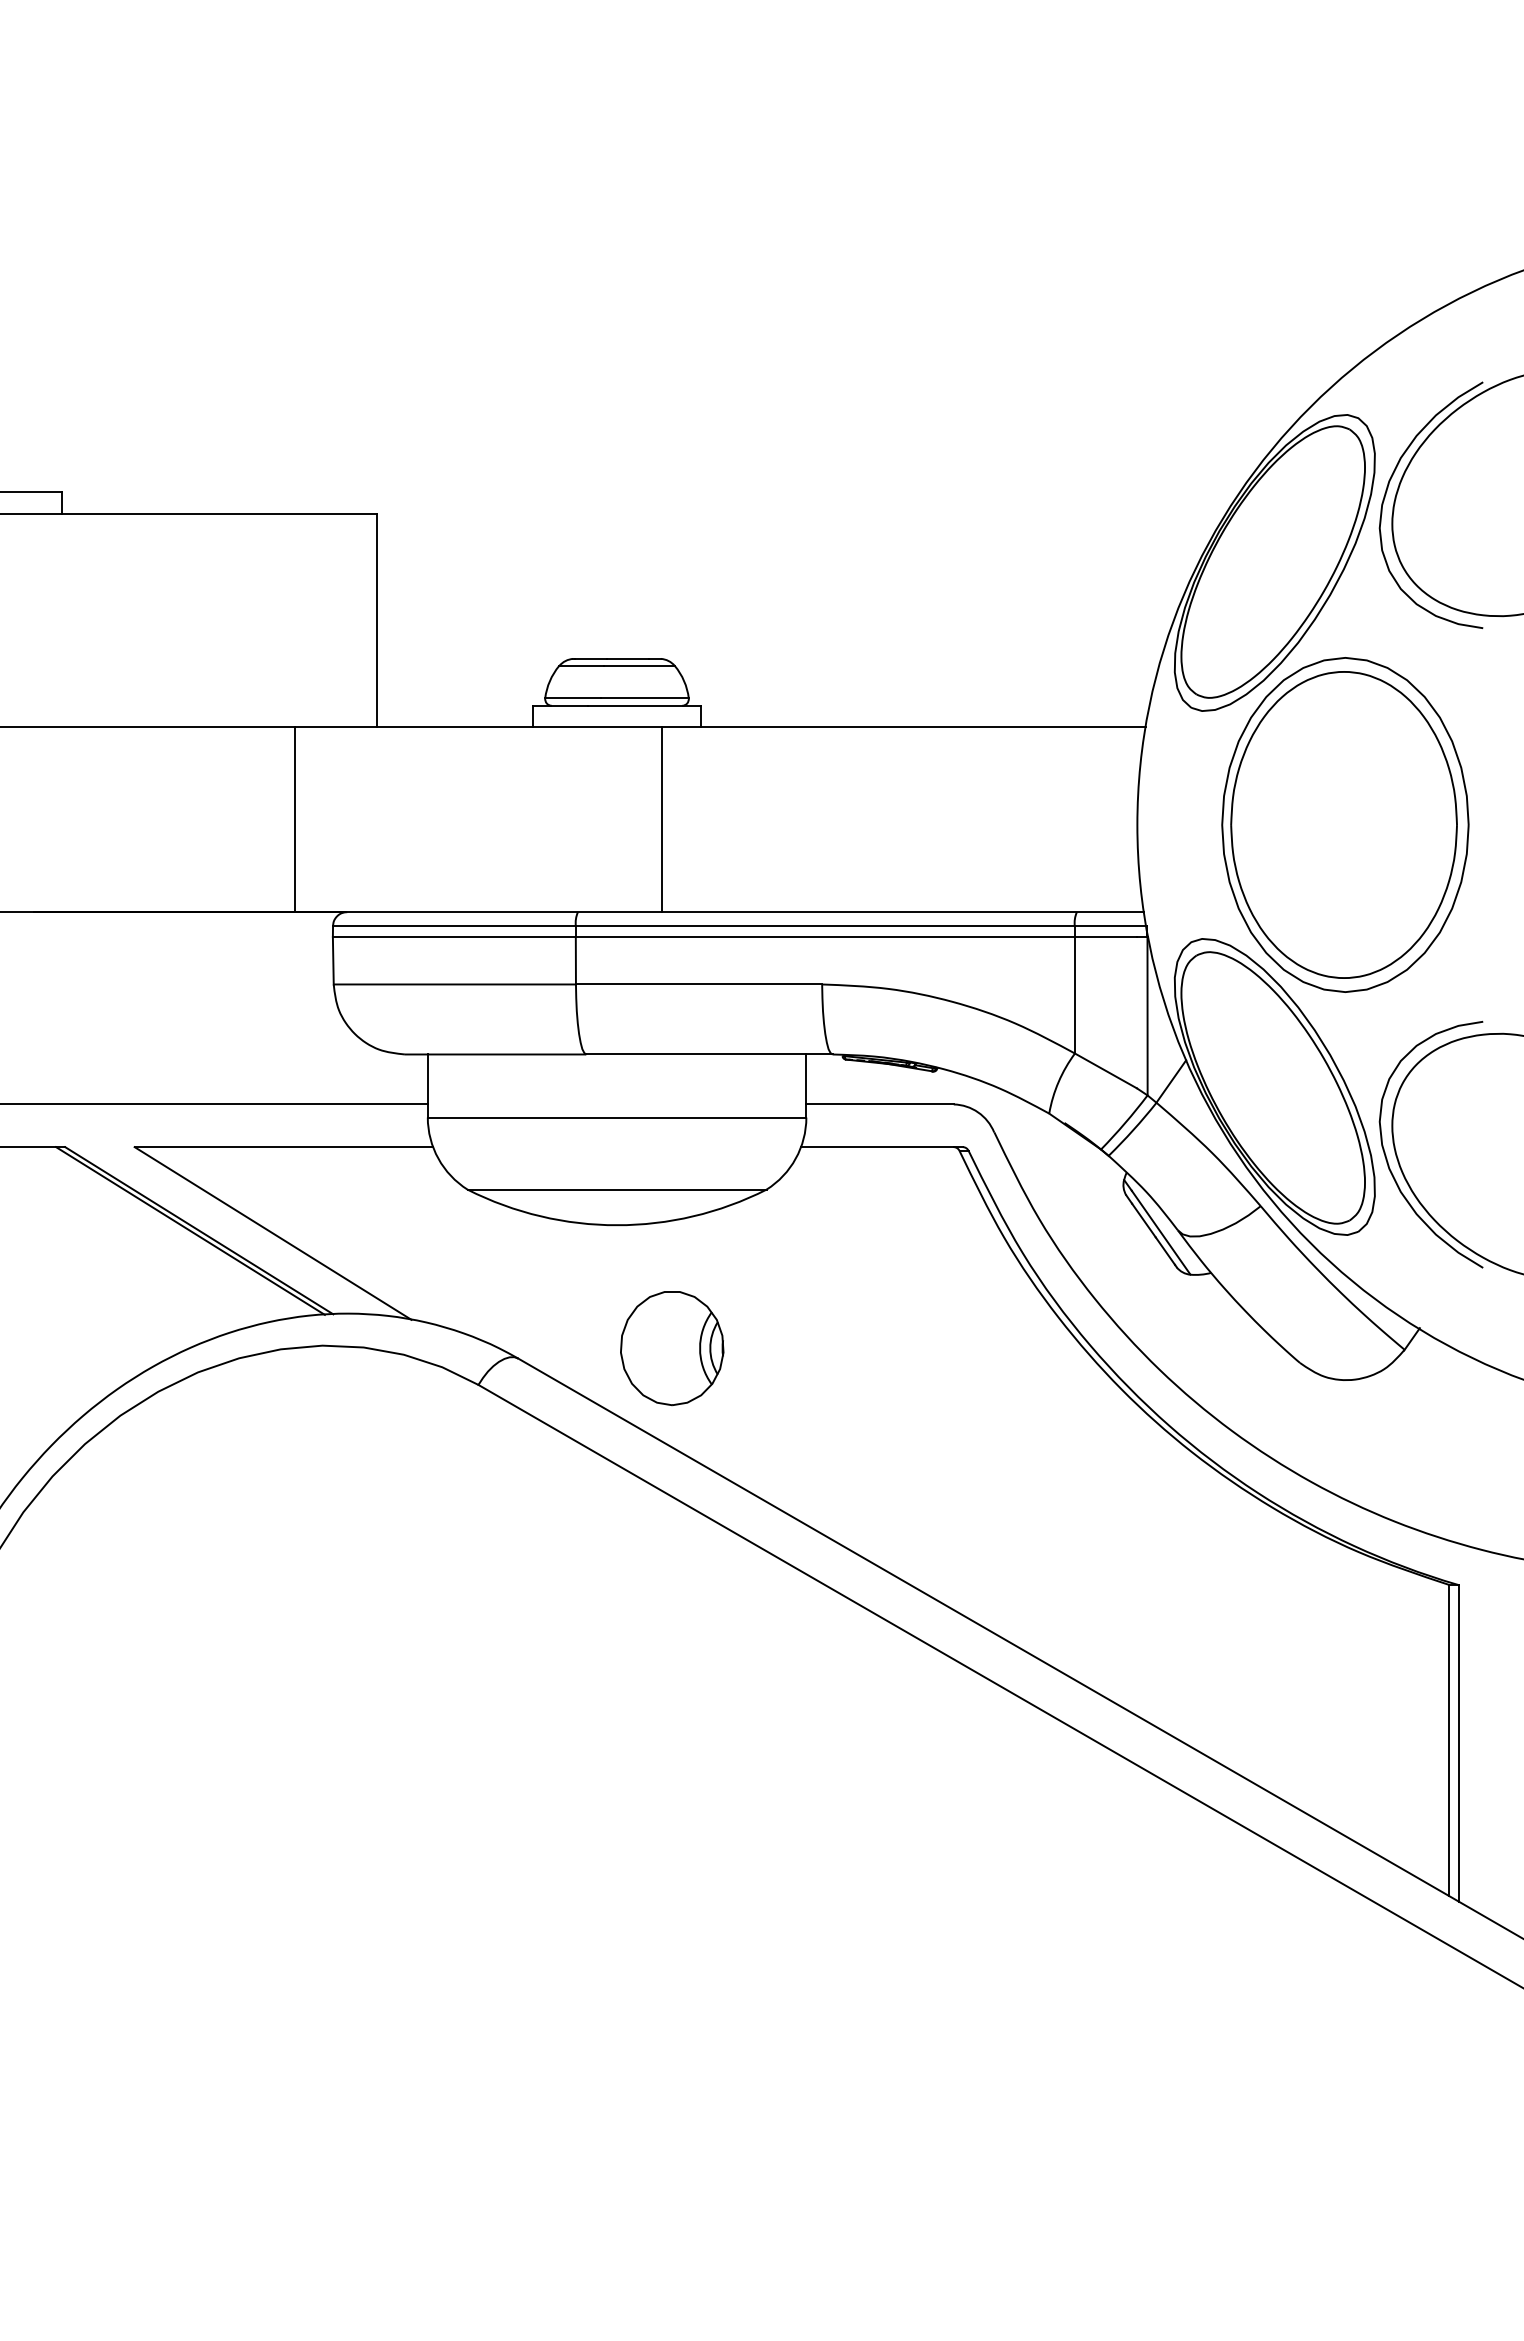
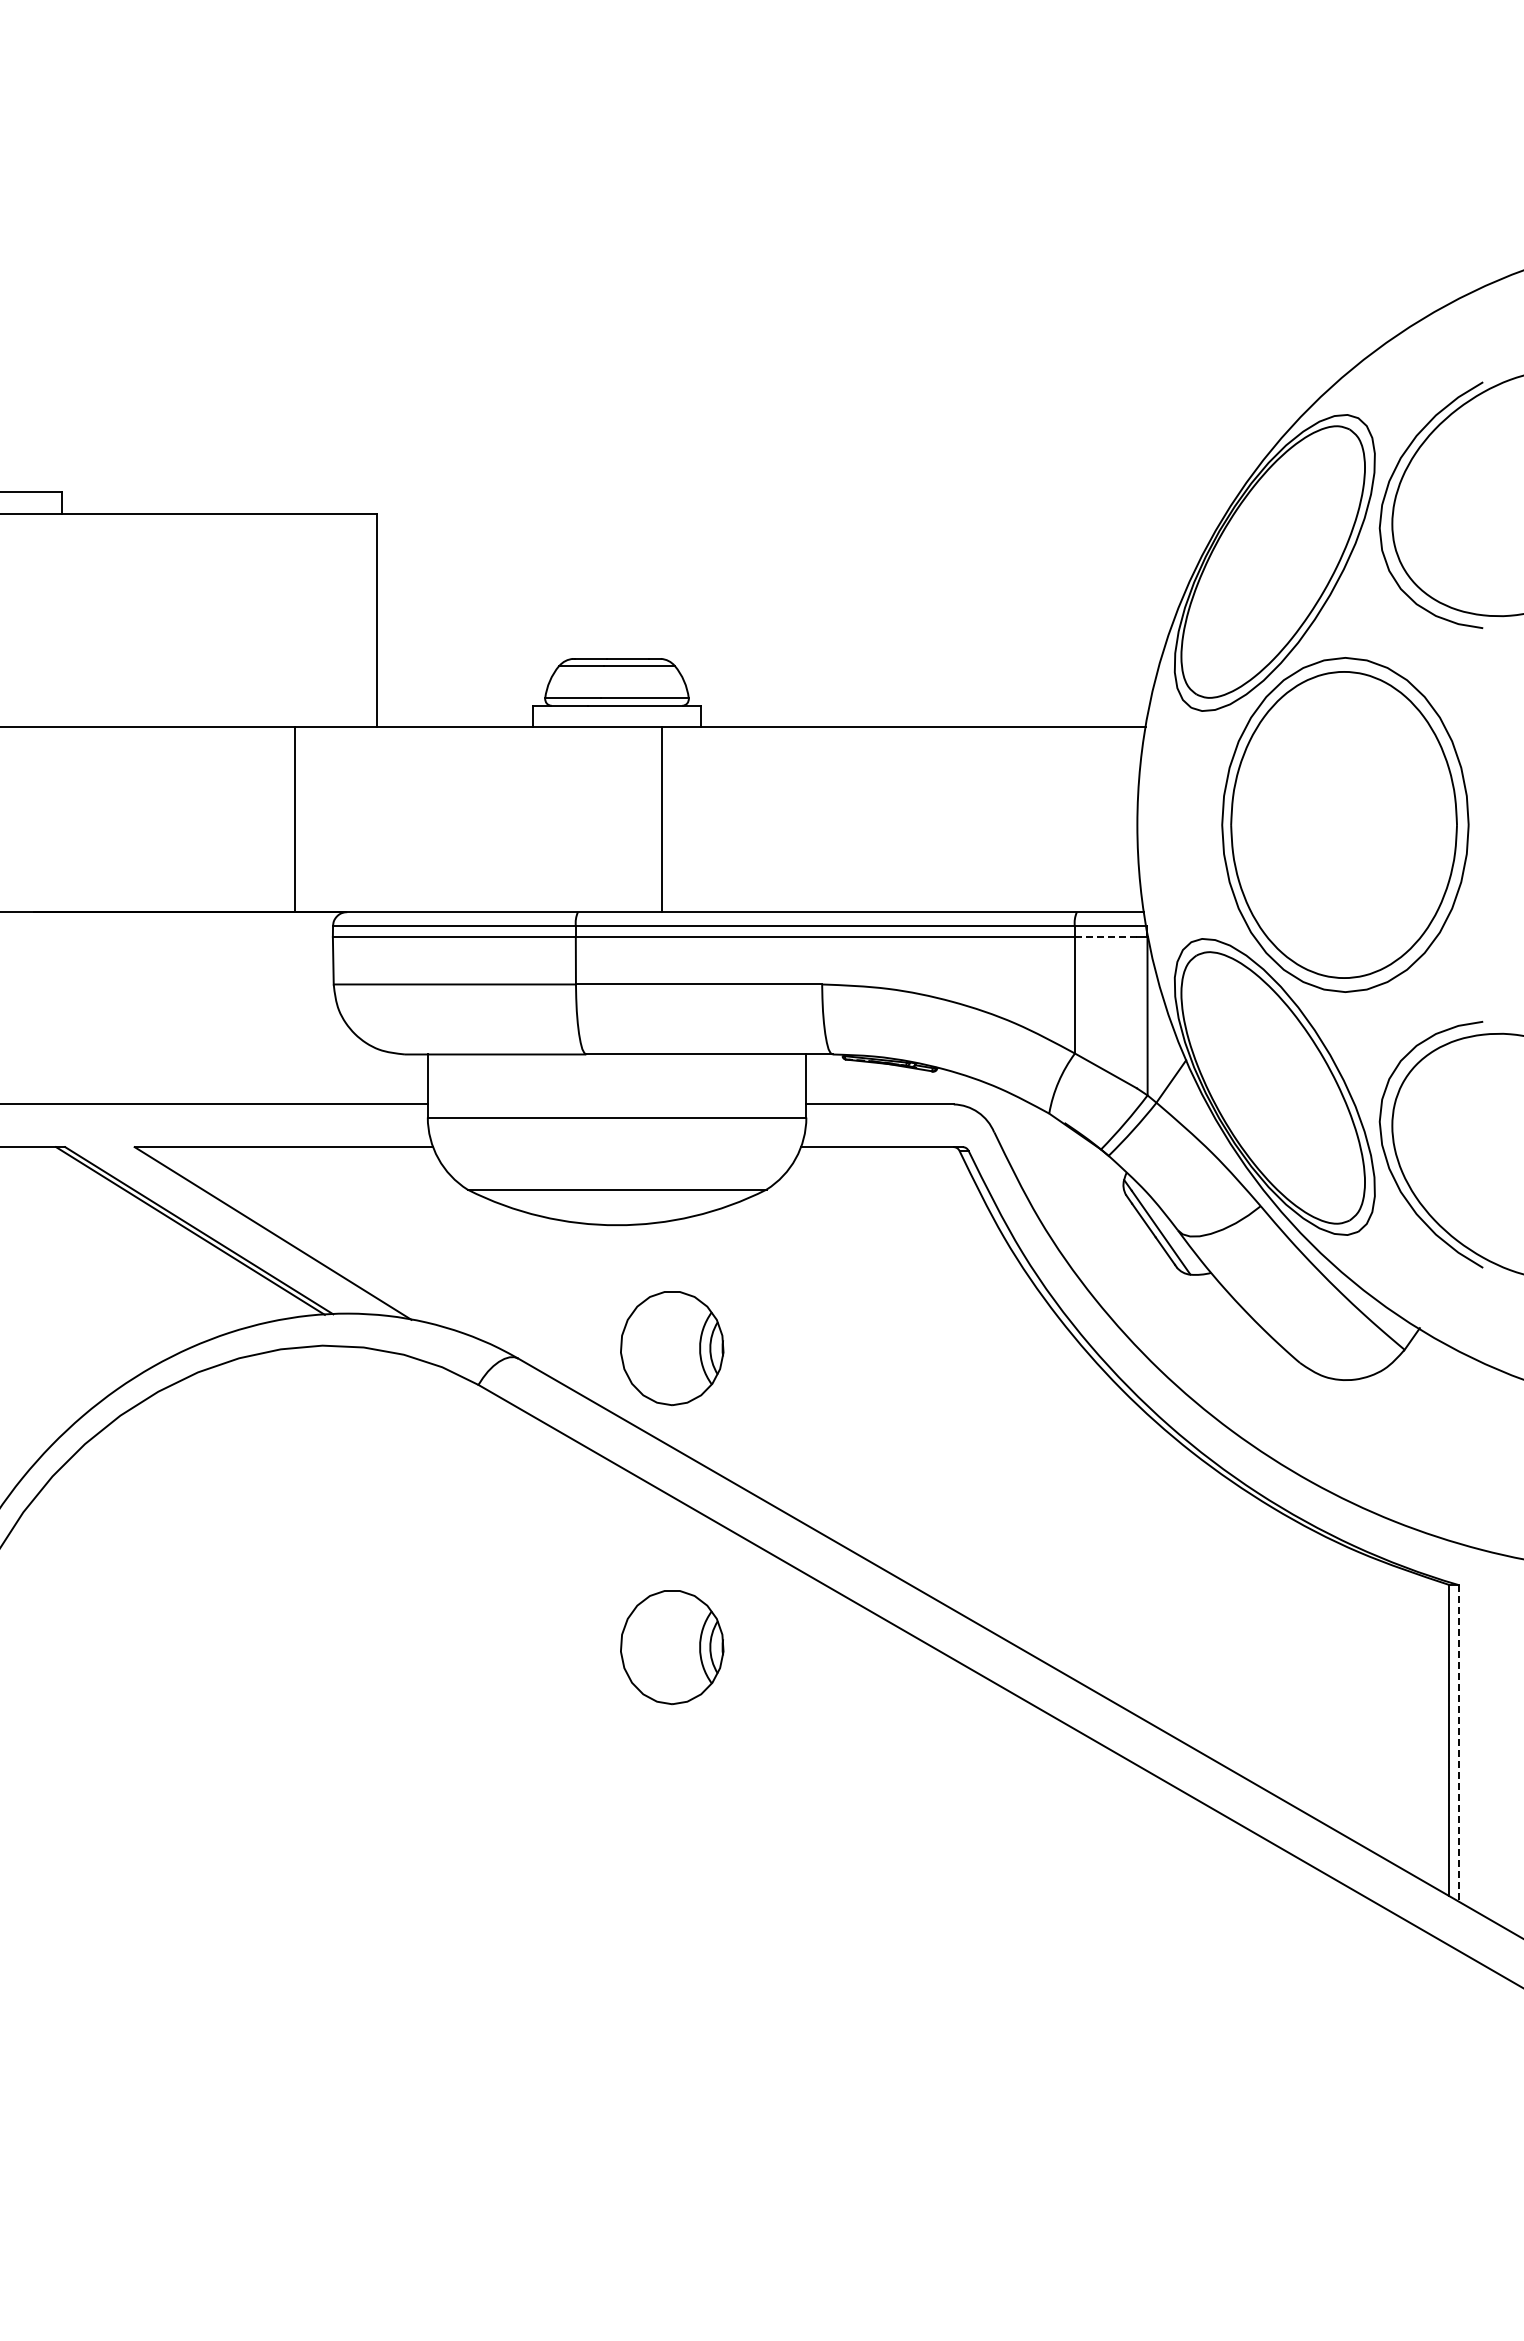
line at (1105, 937): solid -> dashed
part at (672, 1647): none -> present
line at (1458, 1743): solid -> dashed
